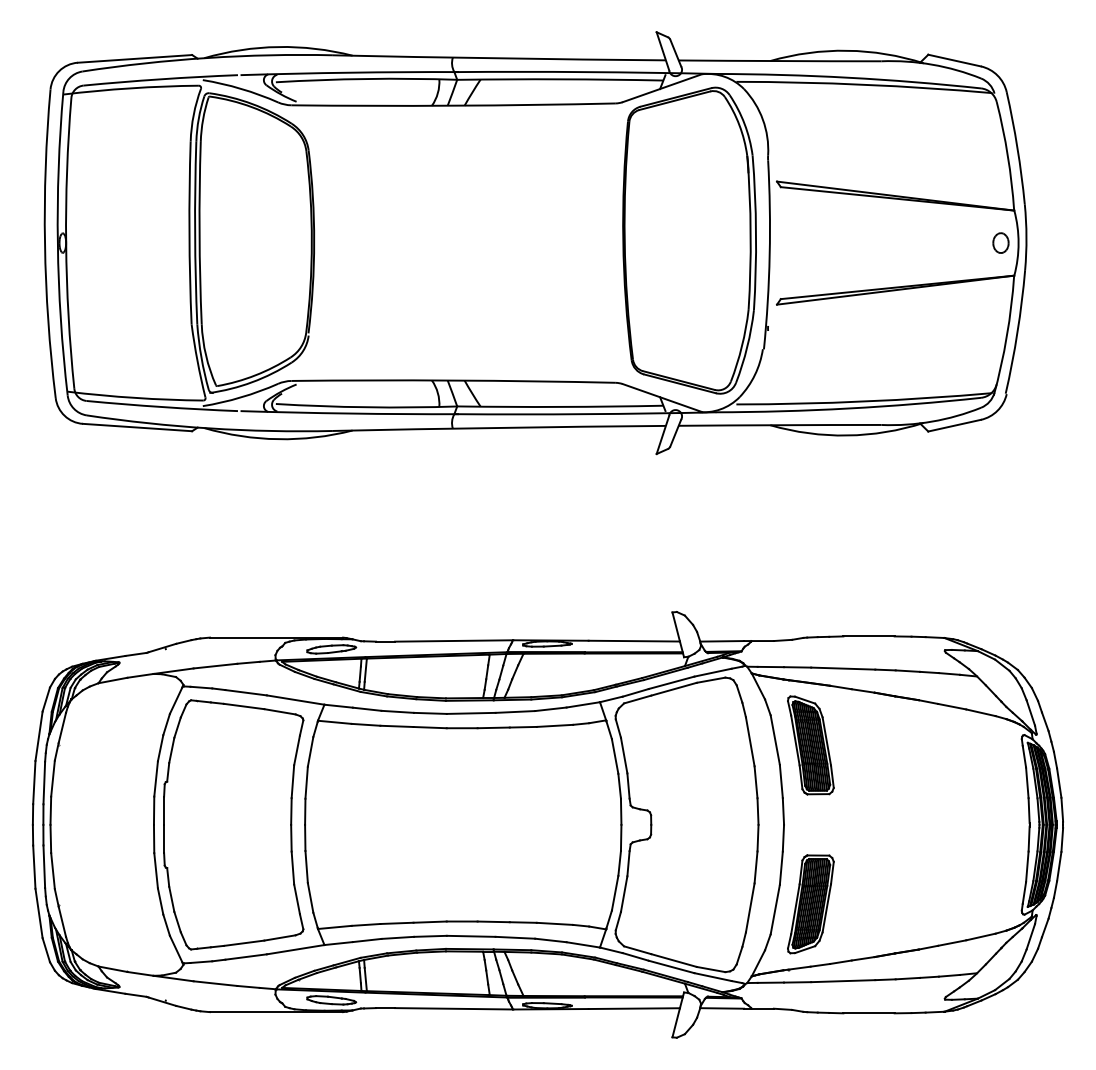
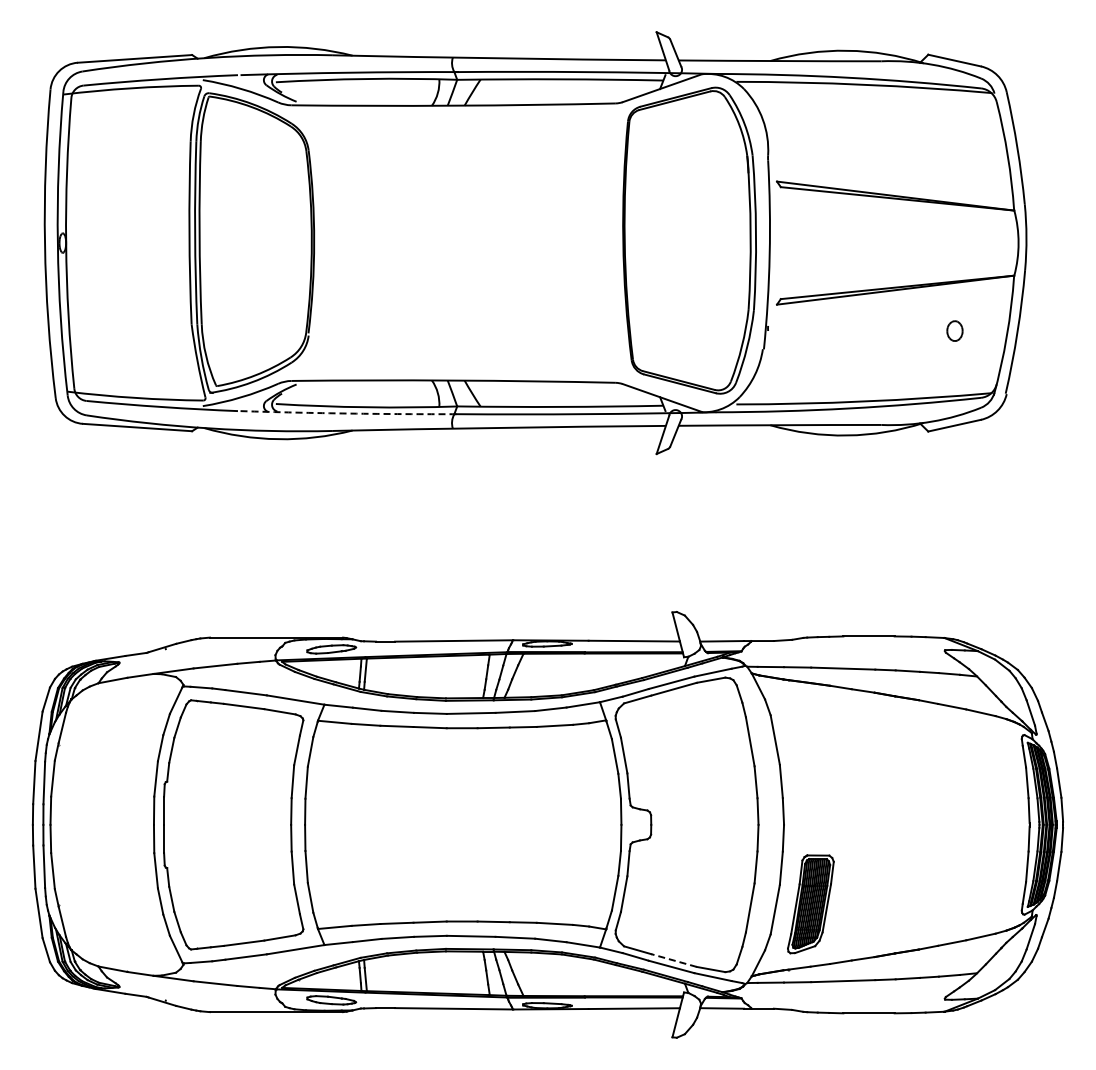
part at (1000, 242) position: (1000, 242) -> (954, 330)
arc at (349, 413): solid -> dashed
part at (810, 745): present -> none
line at (674, 960): solid -> dashed
